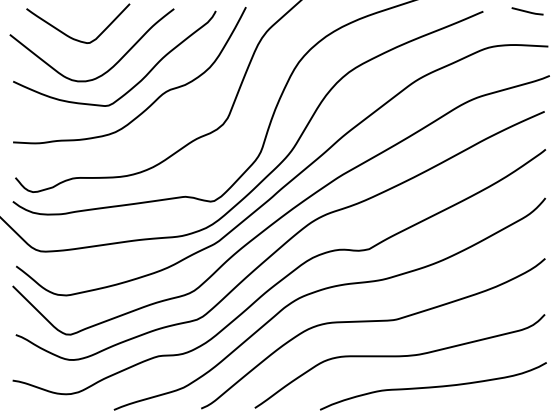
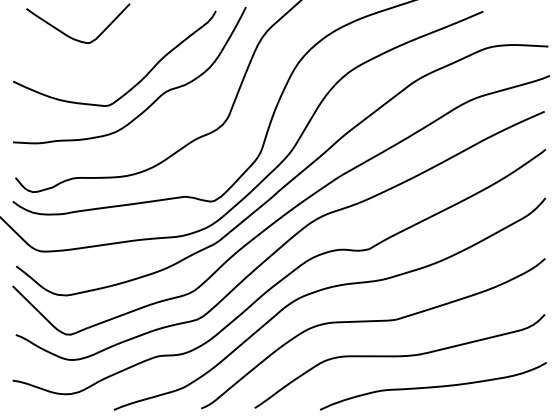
line at (527, 11): present -> none
curve at (111, 66): present -> none
